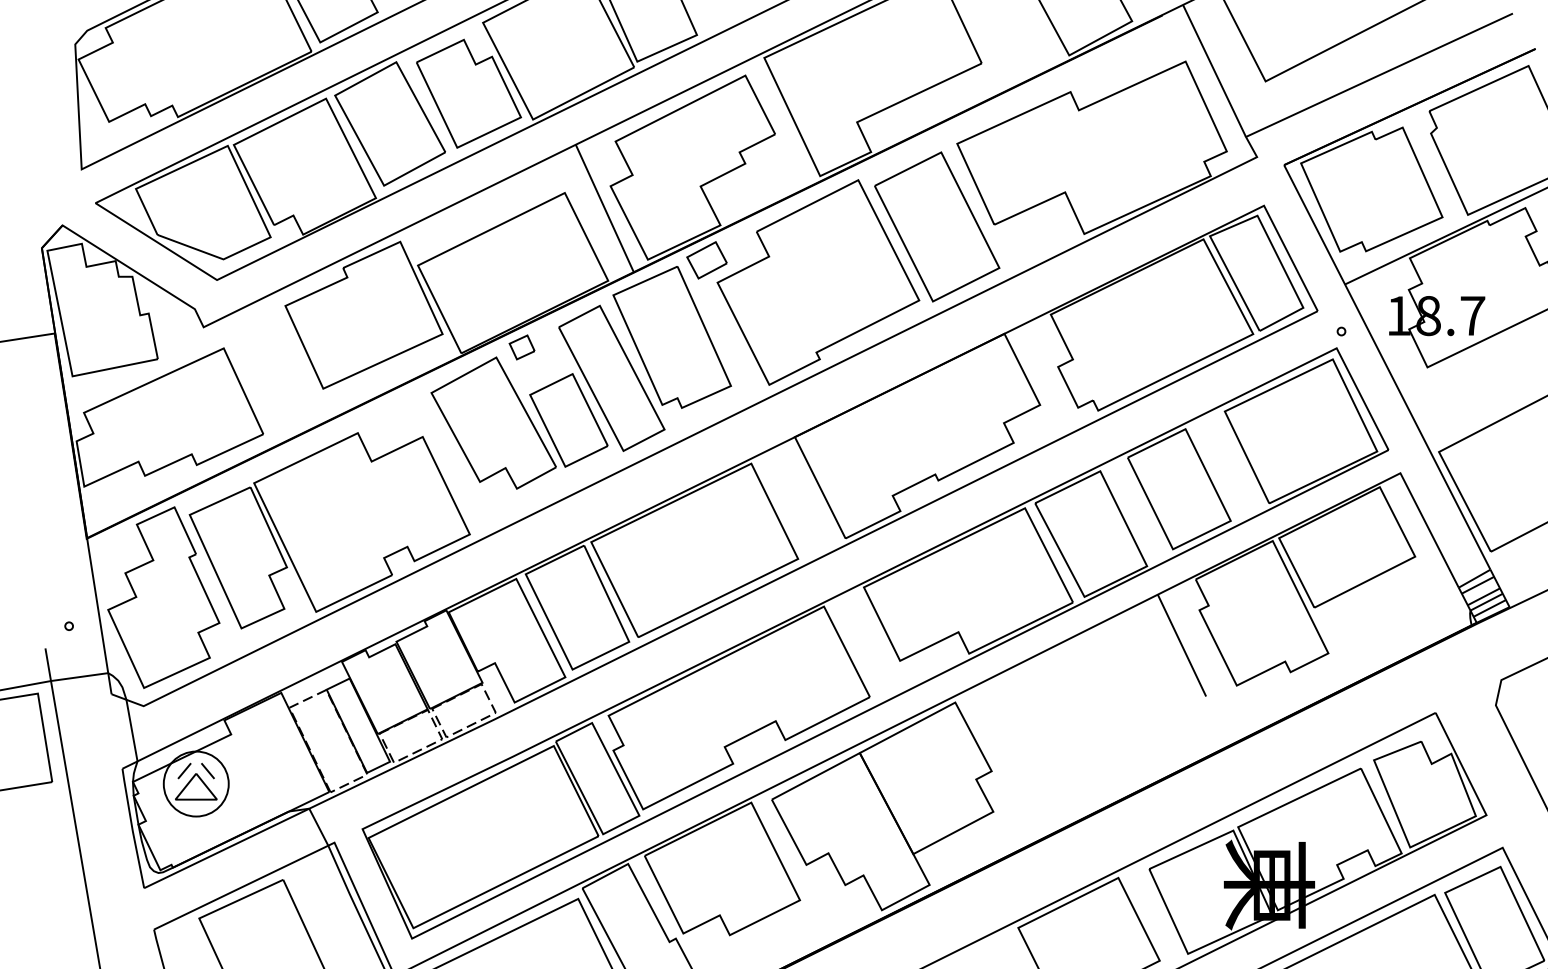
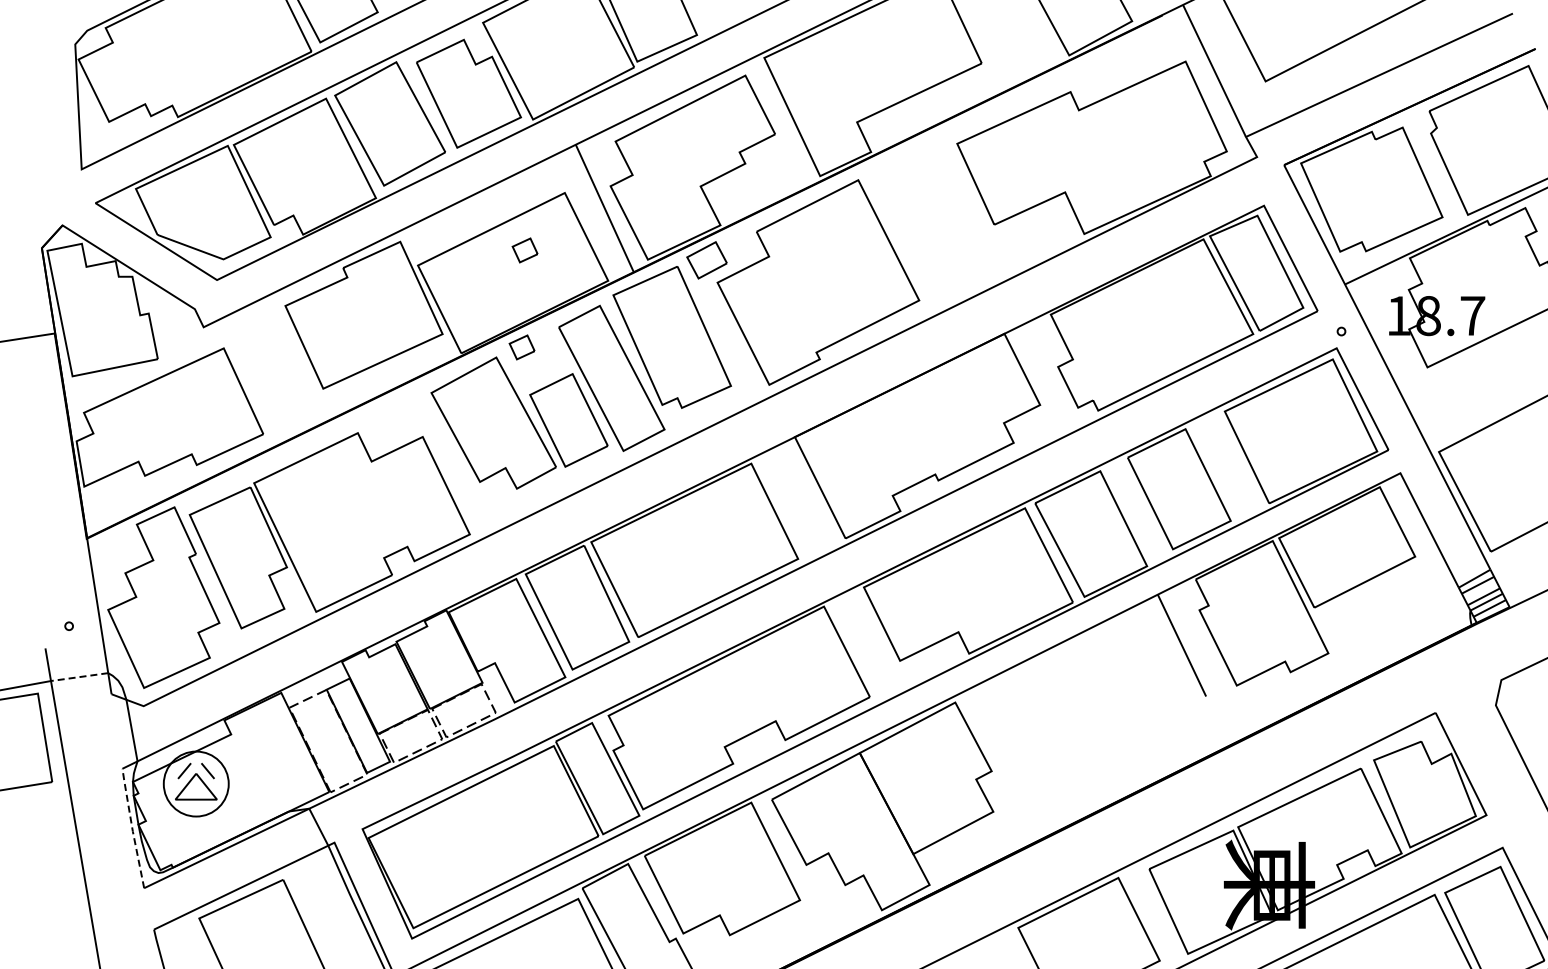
part at (937, 226): present -> none
part at (524, 250): none -> present
line at (79, 677): solid -> dashed
line at (132, 828): solid -> dashed
